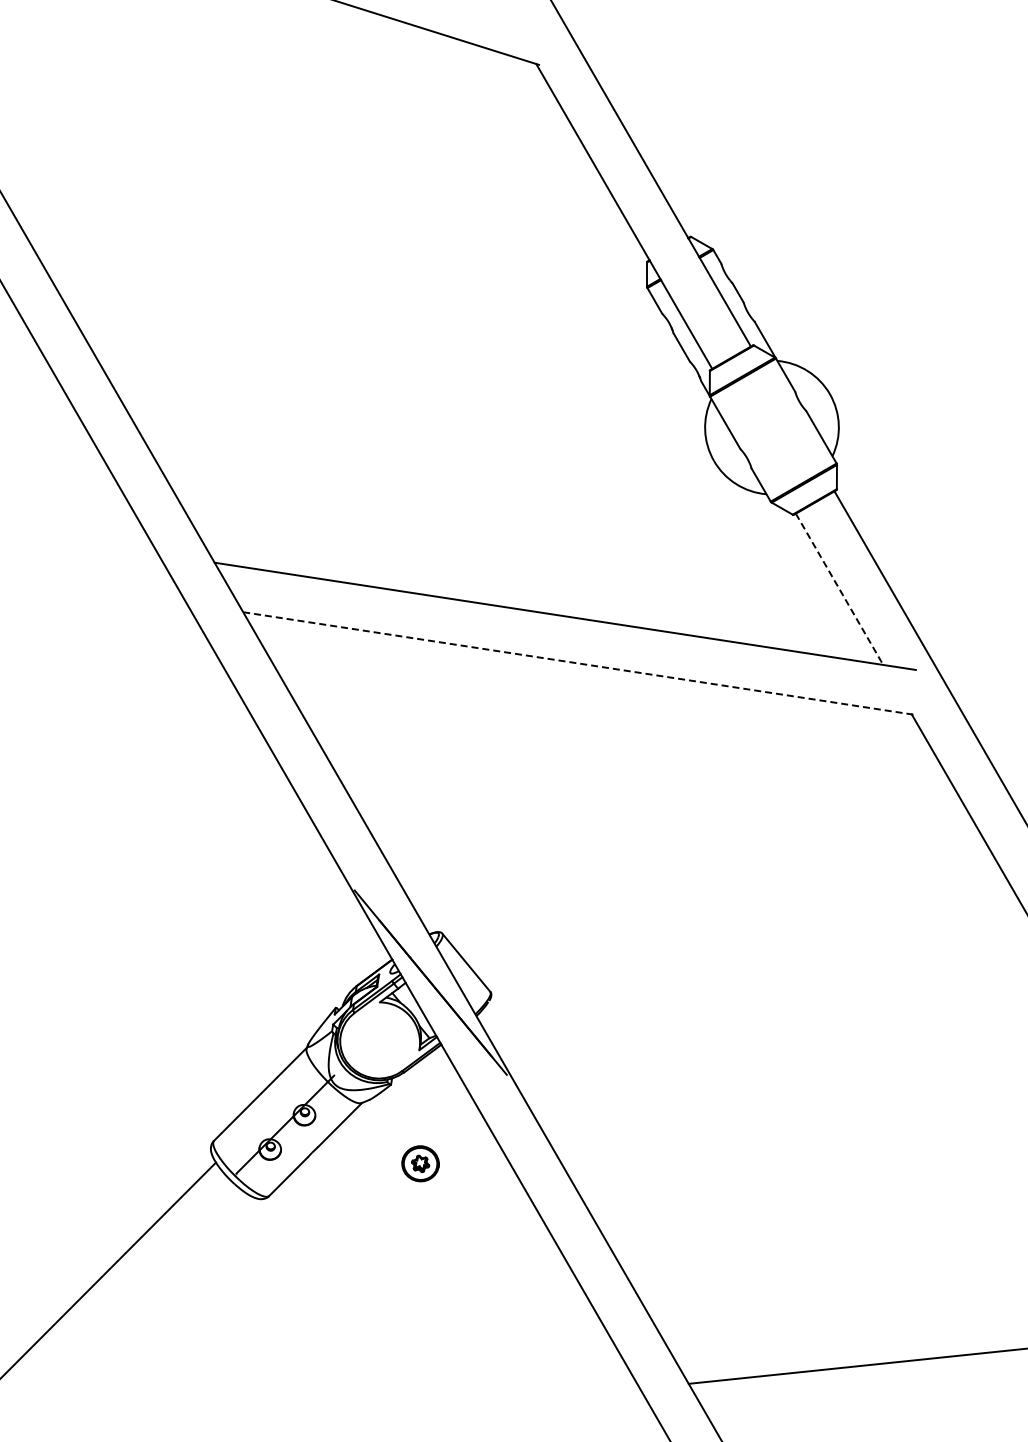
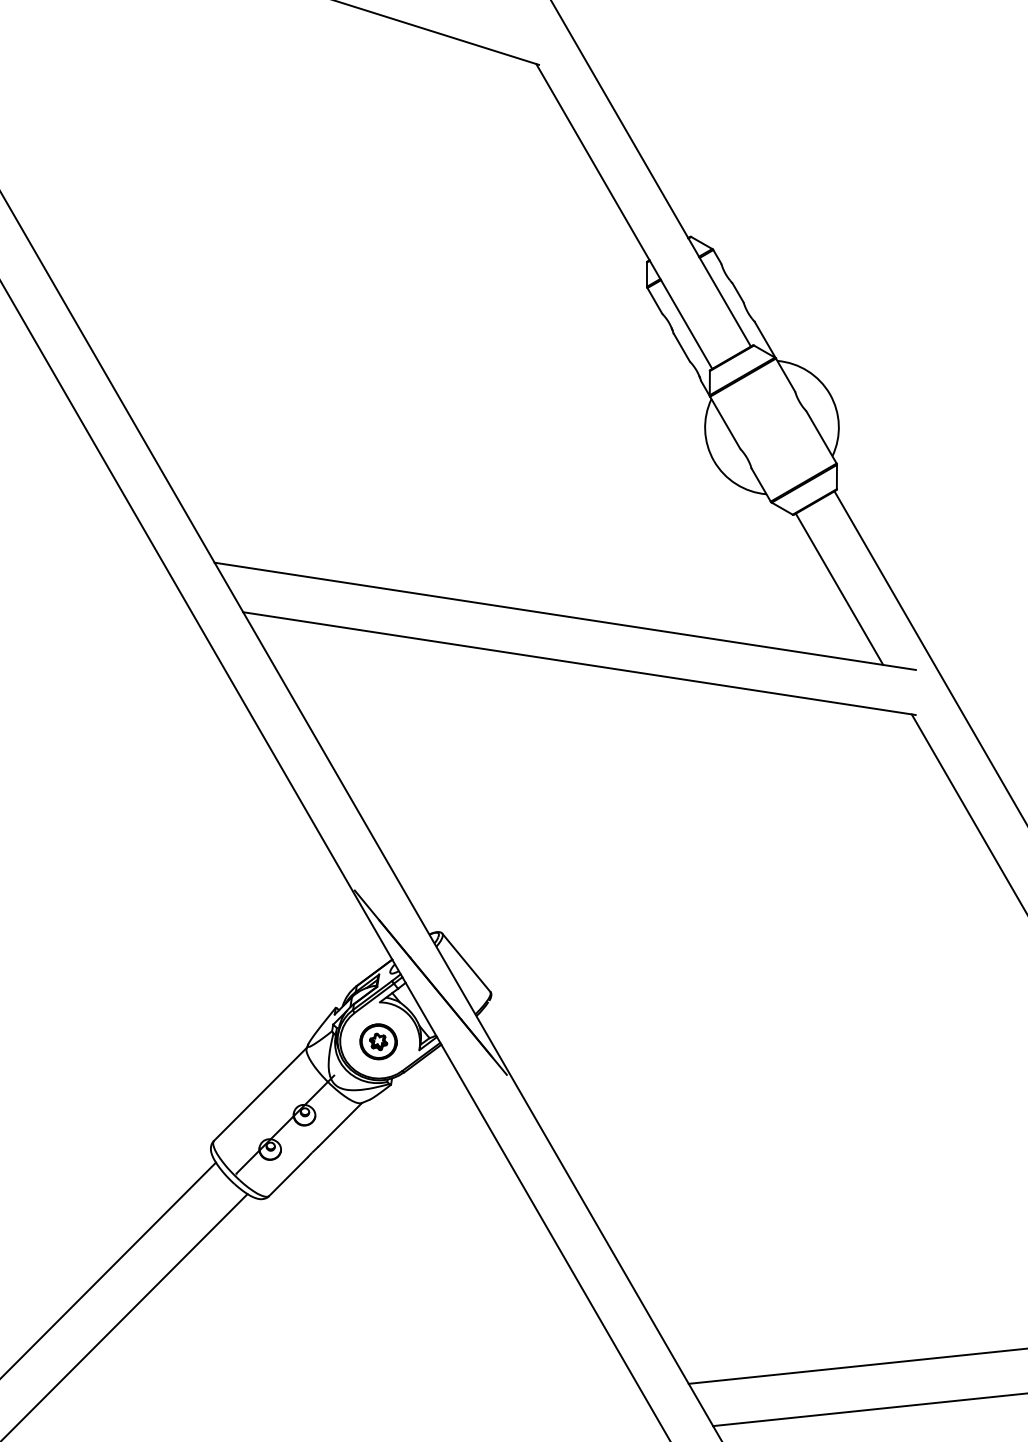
line at (839, 589): dashed -> solid
line at (579, 663): dashed -> solid
part at (420, 1163) position: (420, 1163) -> (378, 1041)
line at (125, 1316): none -> present
line at (868, 1409): none -> present
